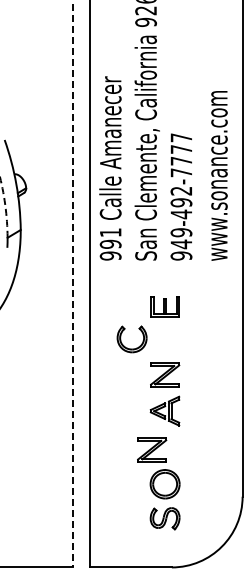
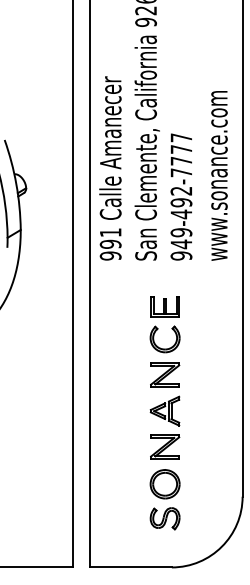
arc at (5, 206): dashed -> solid
line at (72, 284): dashed -> solid
part at (127, 347) position: (127, 347) -> (160, 347)
part at (152, 449) position: (152, 449) -> (165, 446)
